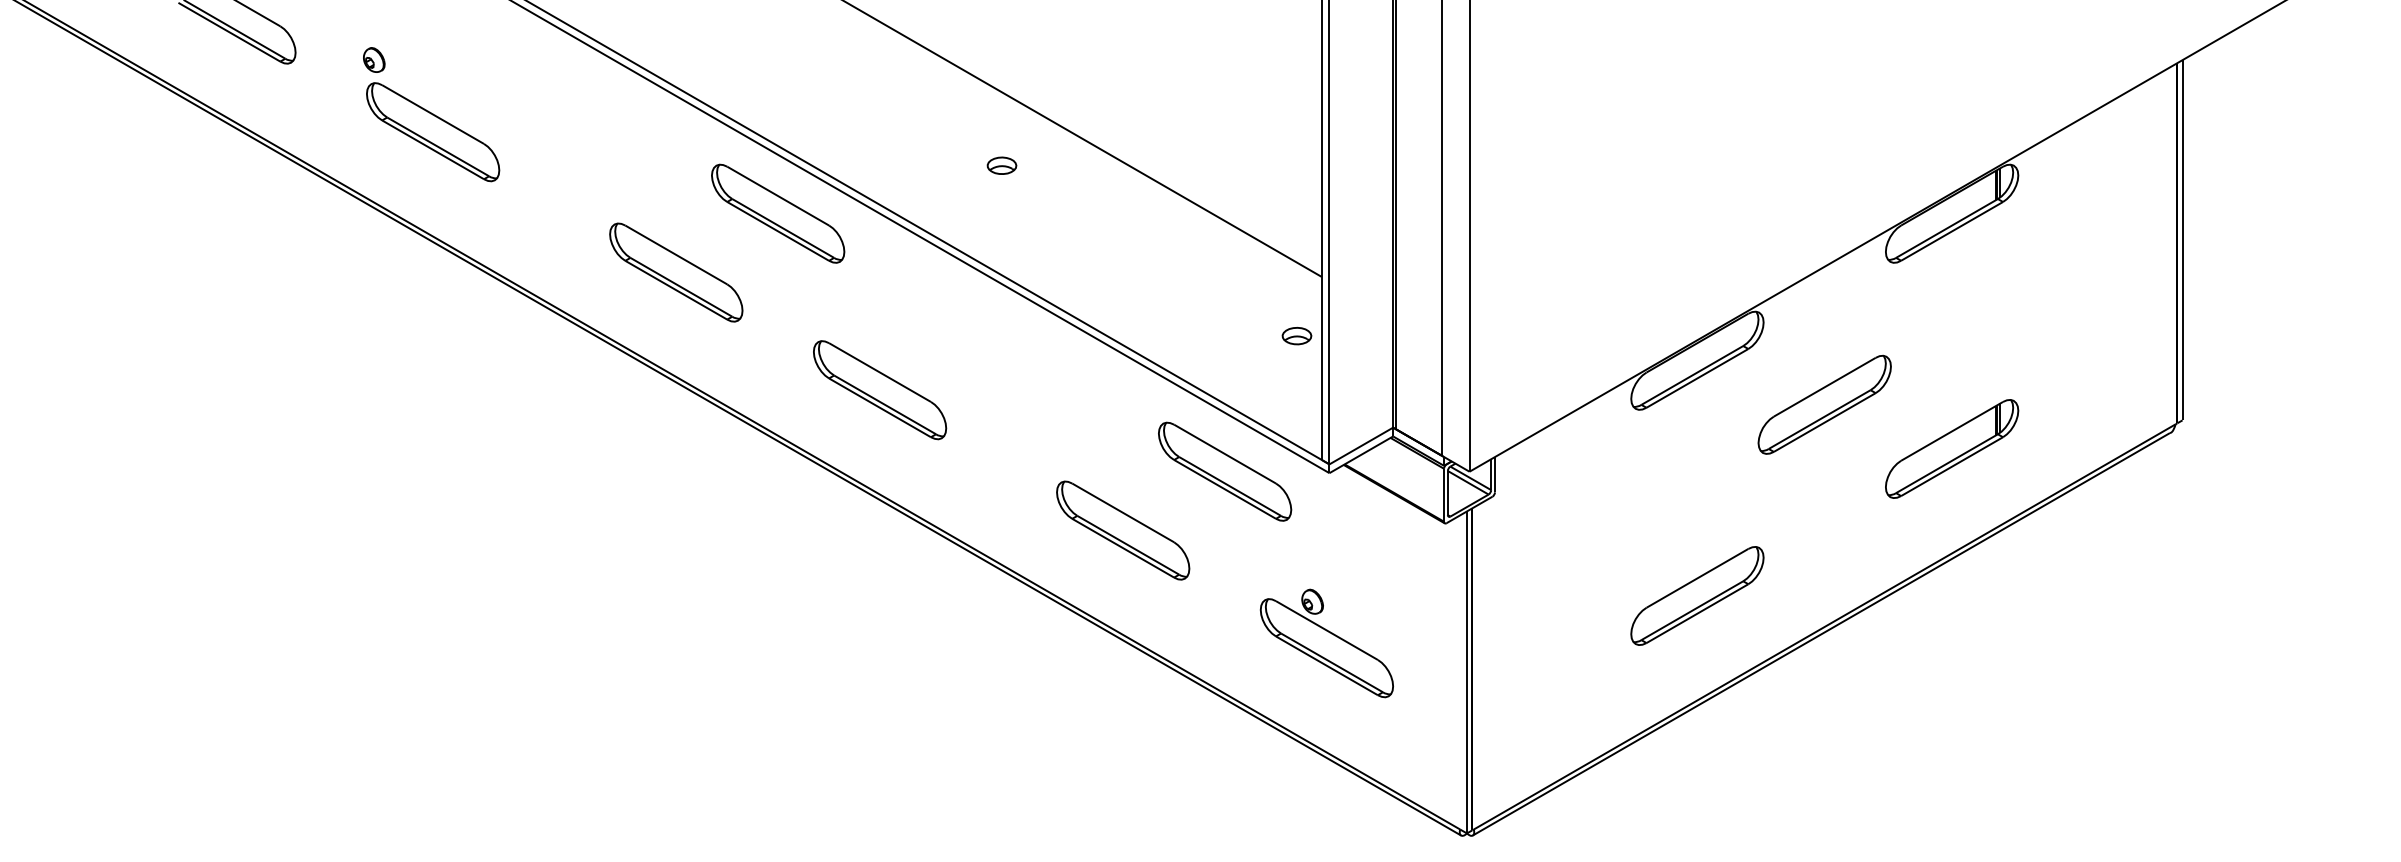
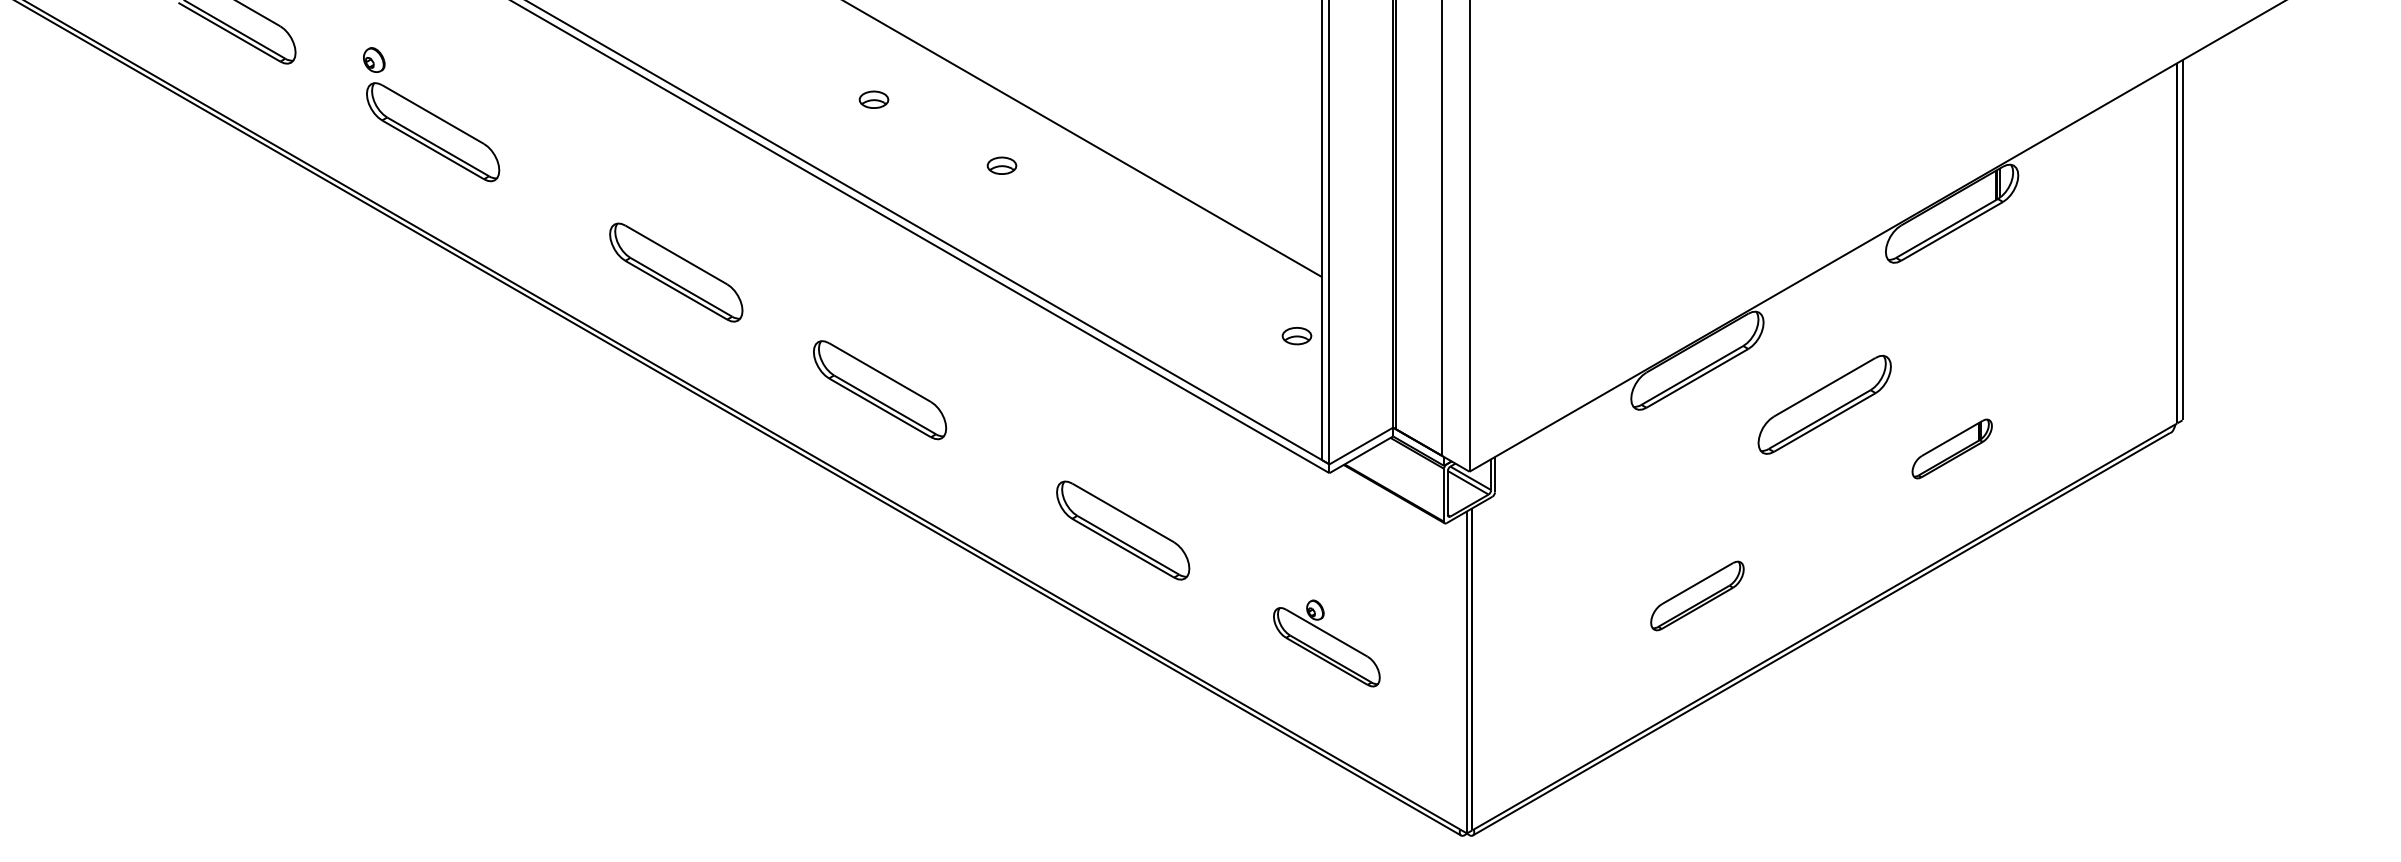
part at (873, 99): none -> present
part at (778, 213): present -> none
part at (1952, 448) size: 135x100 px -> 82x62 px
part at (1225, 471): present -> none
part at (1697, 595) size: 135x100 px -> 95x72 px
part at (1326, 643) size: 135x111 px -> 108x89 px
